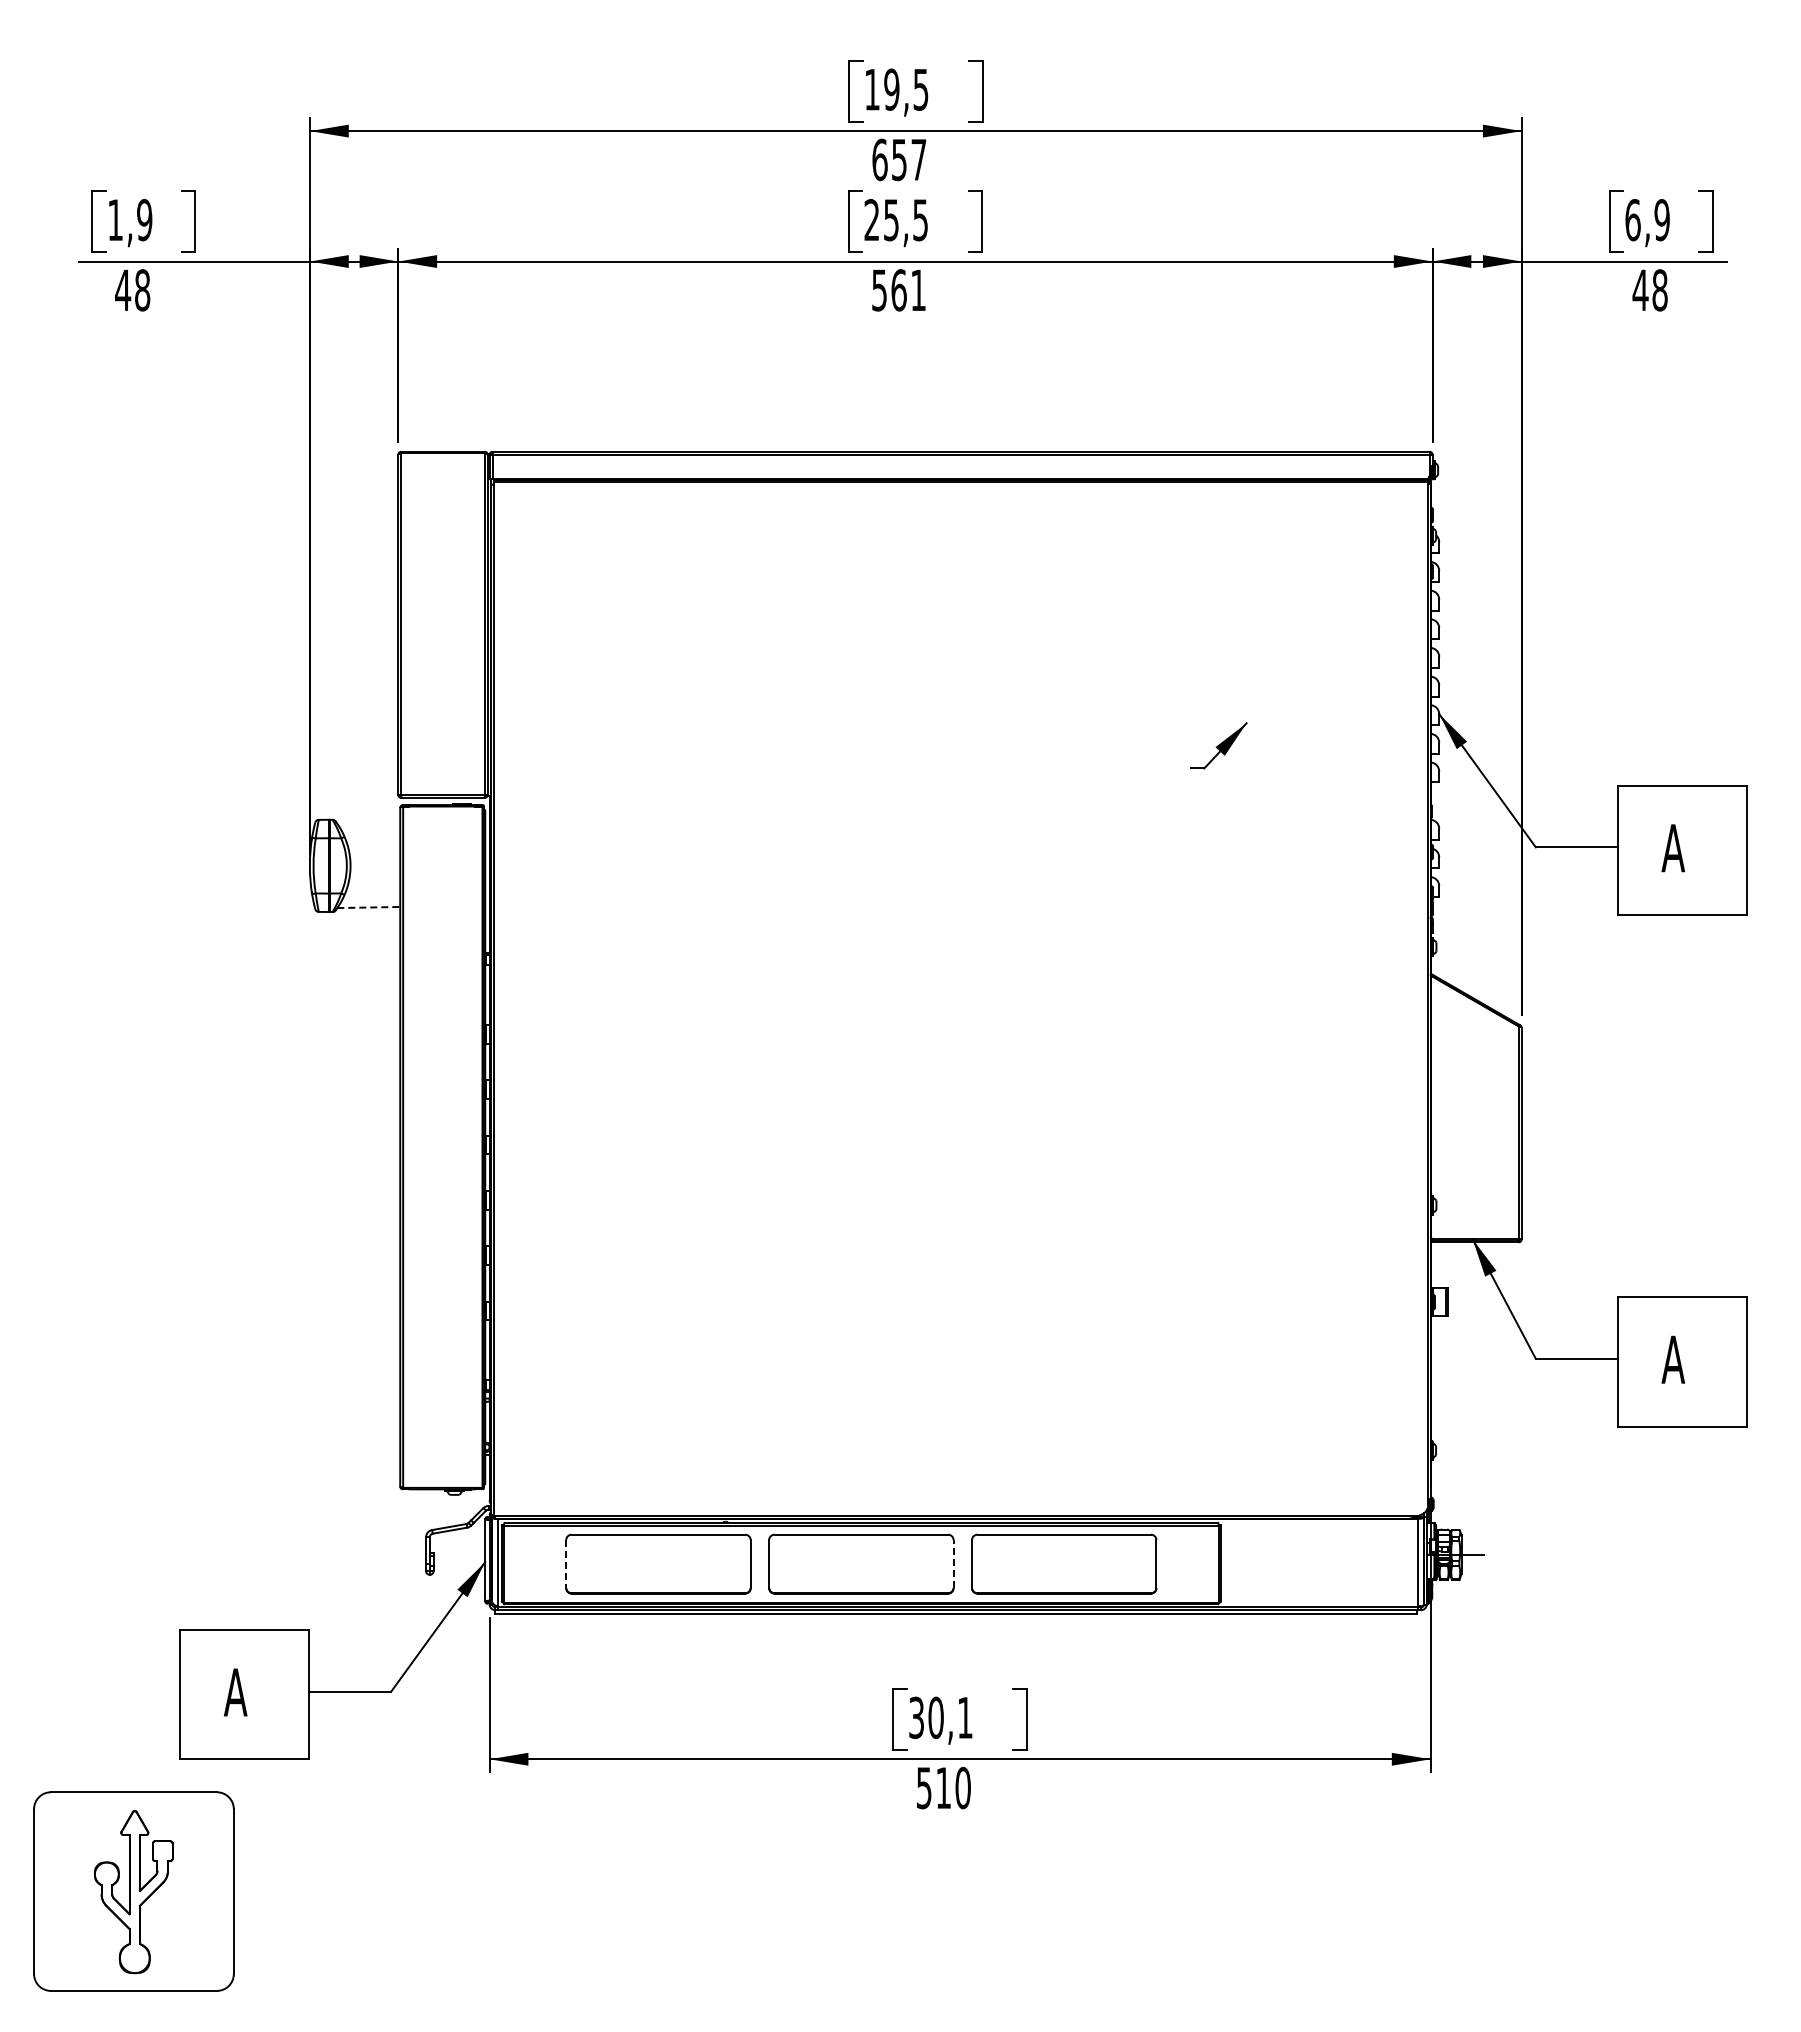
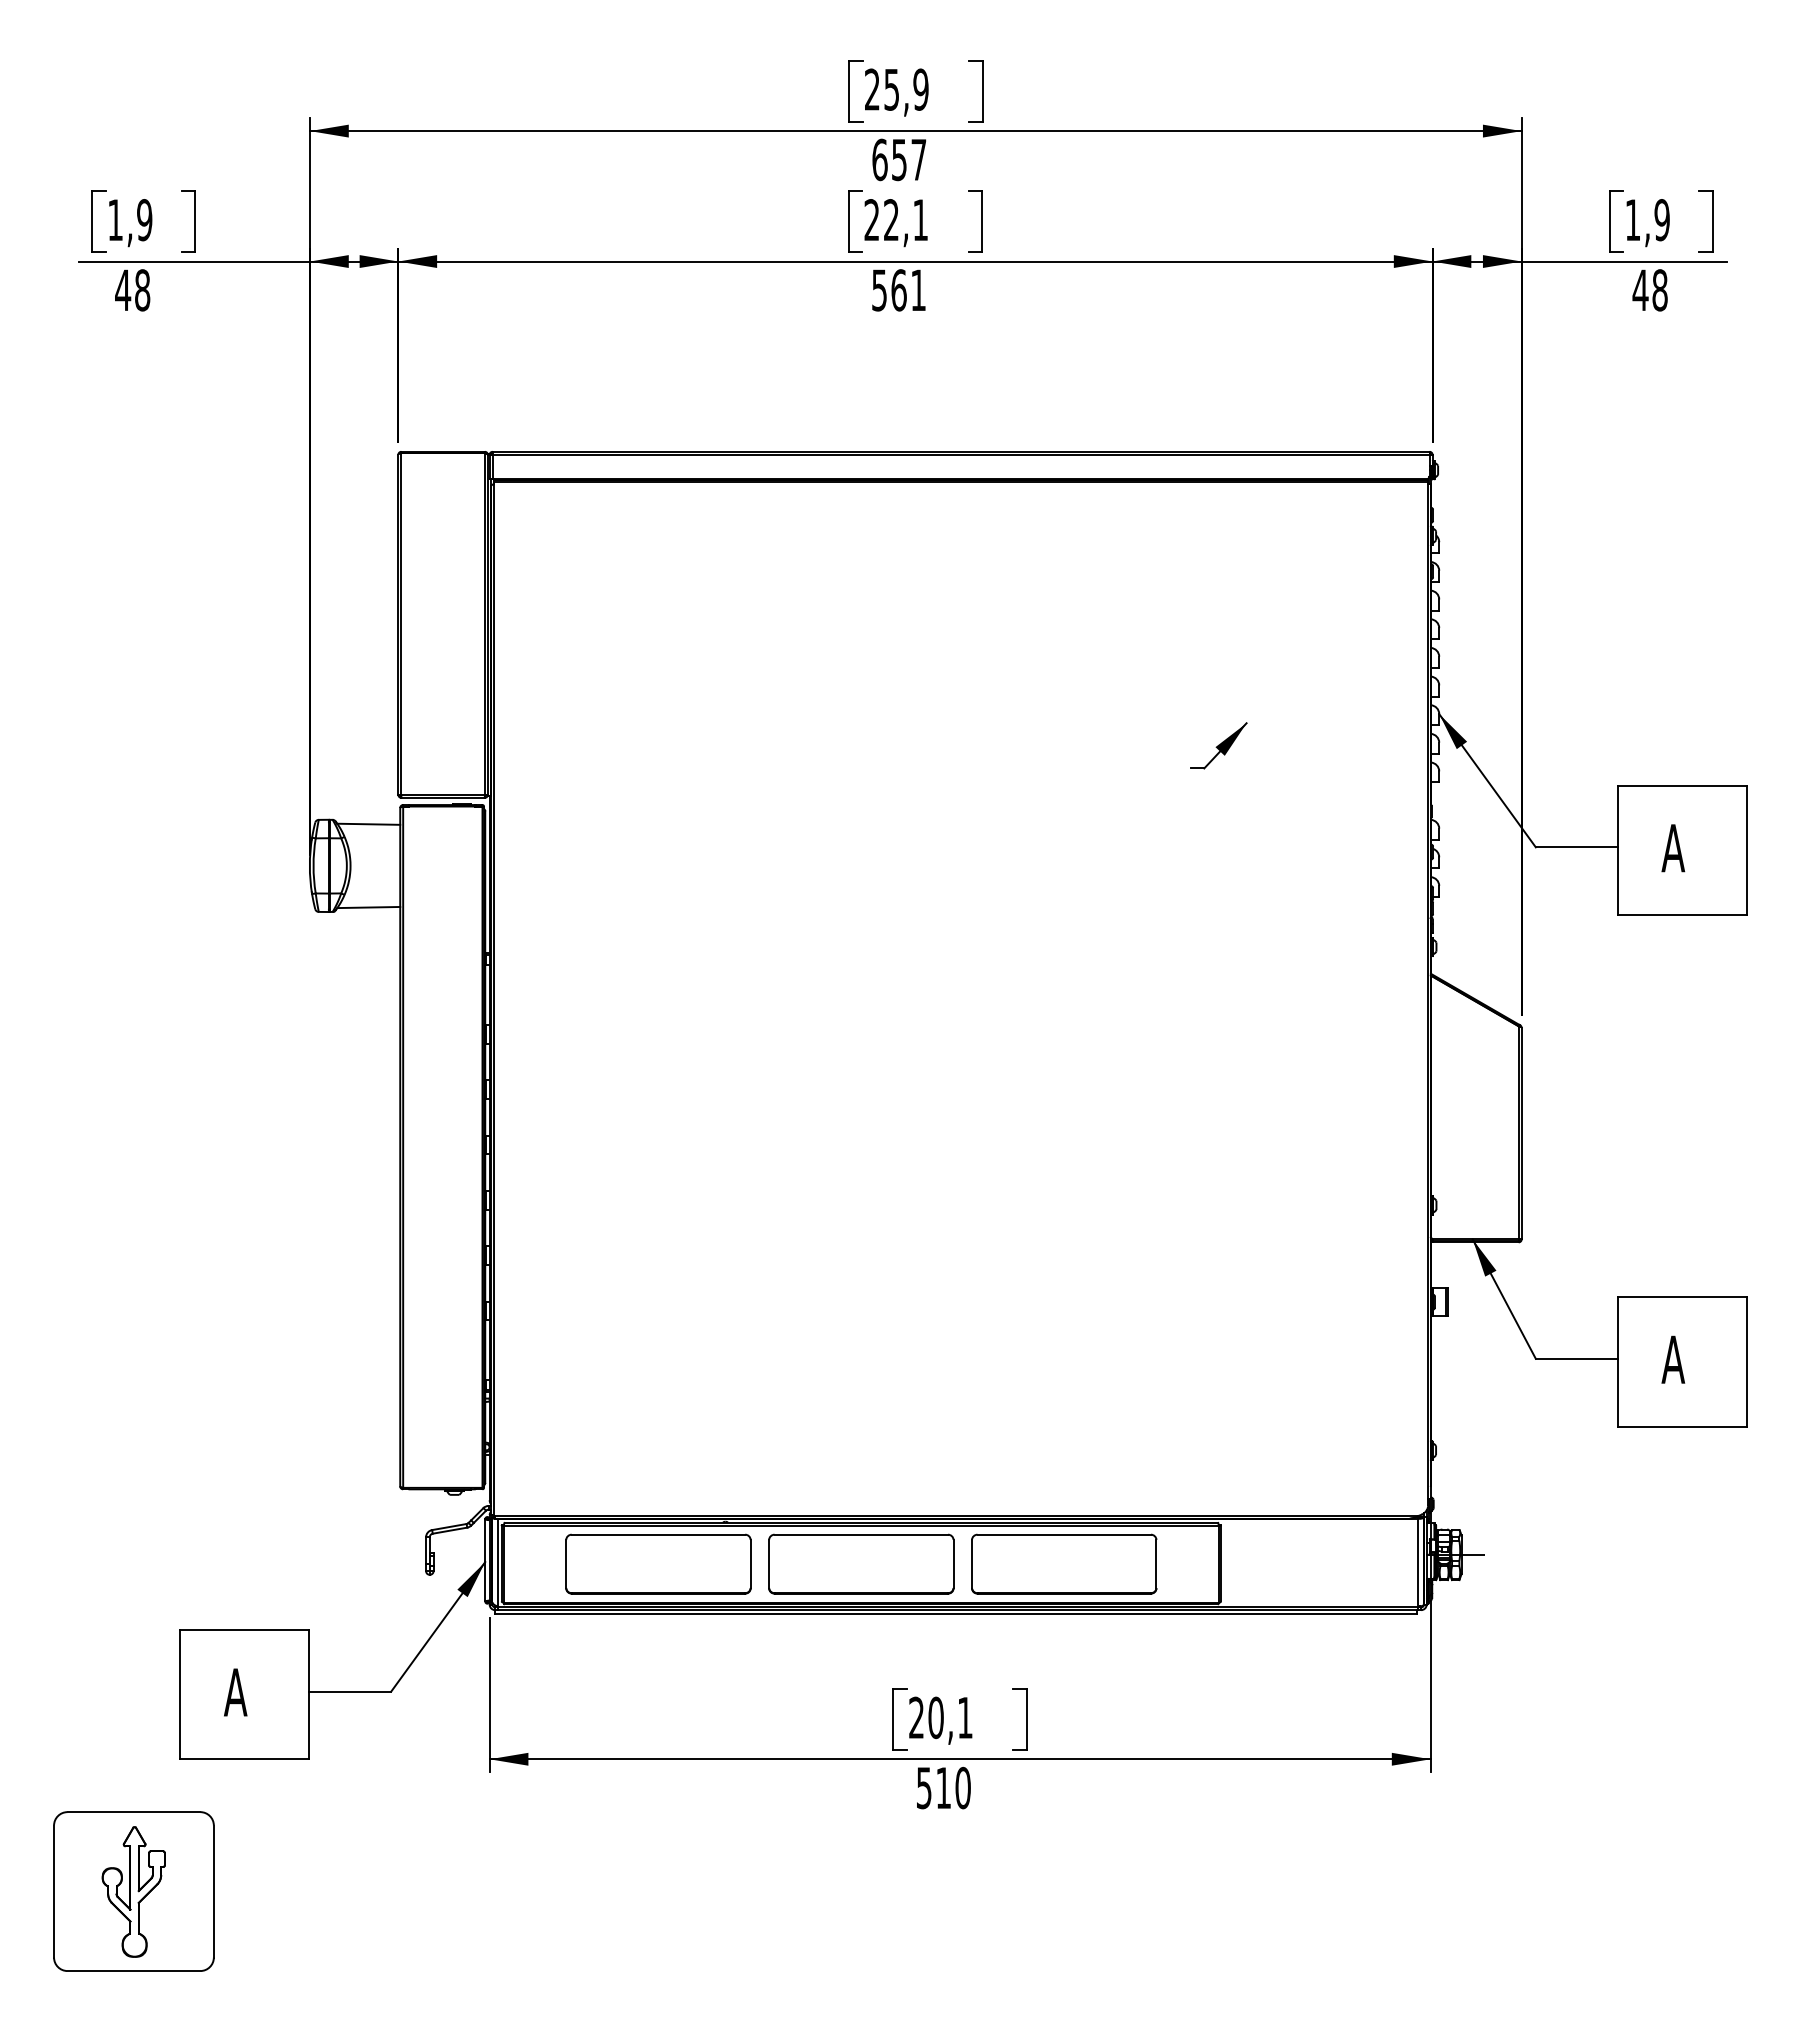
text at (896, 89): 19,5 -> 25,9
text at (905, 220): 25,5 -> 22,1
text at (1632, 220): 6,9 -> 1,9
line at (368, 823): none -> present
line at (369, 907): dashed -> solid
line at (953, 1563): dashed -> solid
line at (566, 1564): dashed -> solid
text at (916, 1718): 30,1 -> 20,1
part at (133, 1891) size: 202x201 px -> 162x161 px
